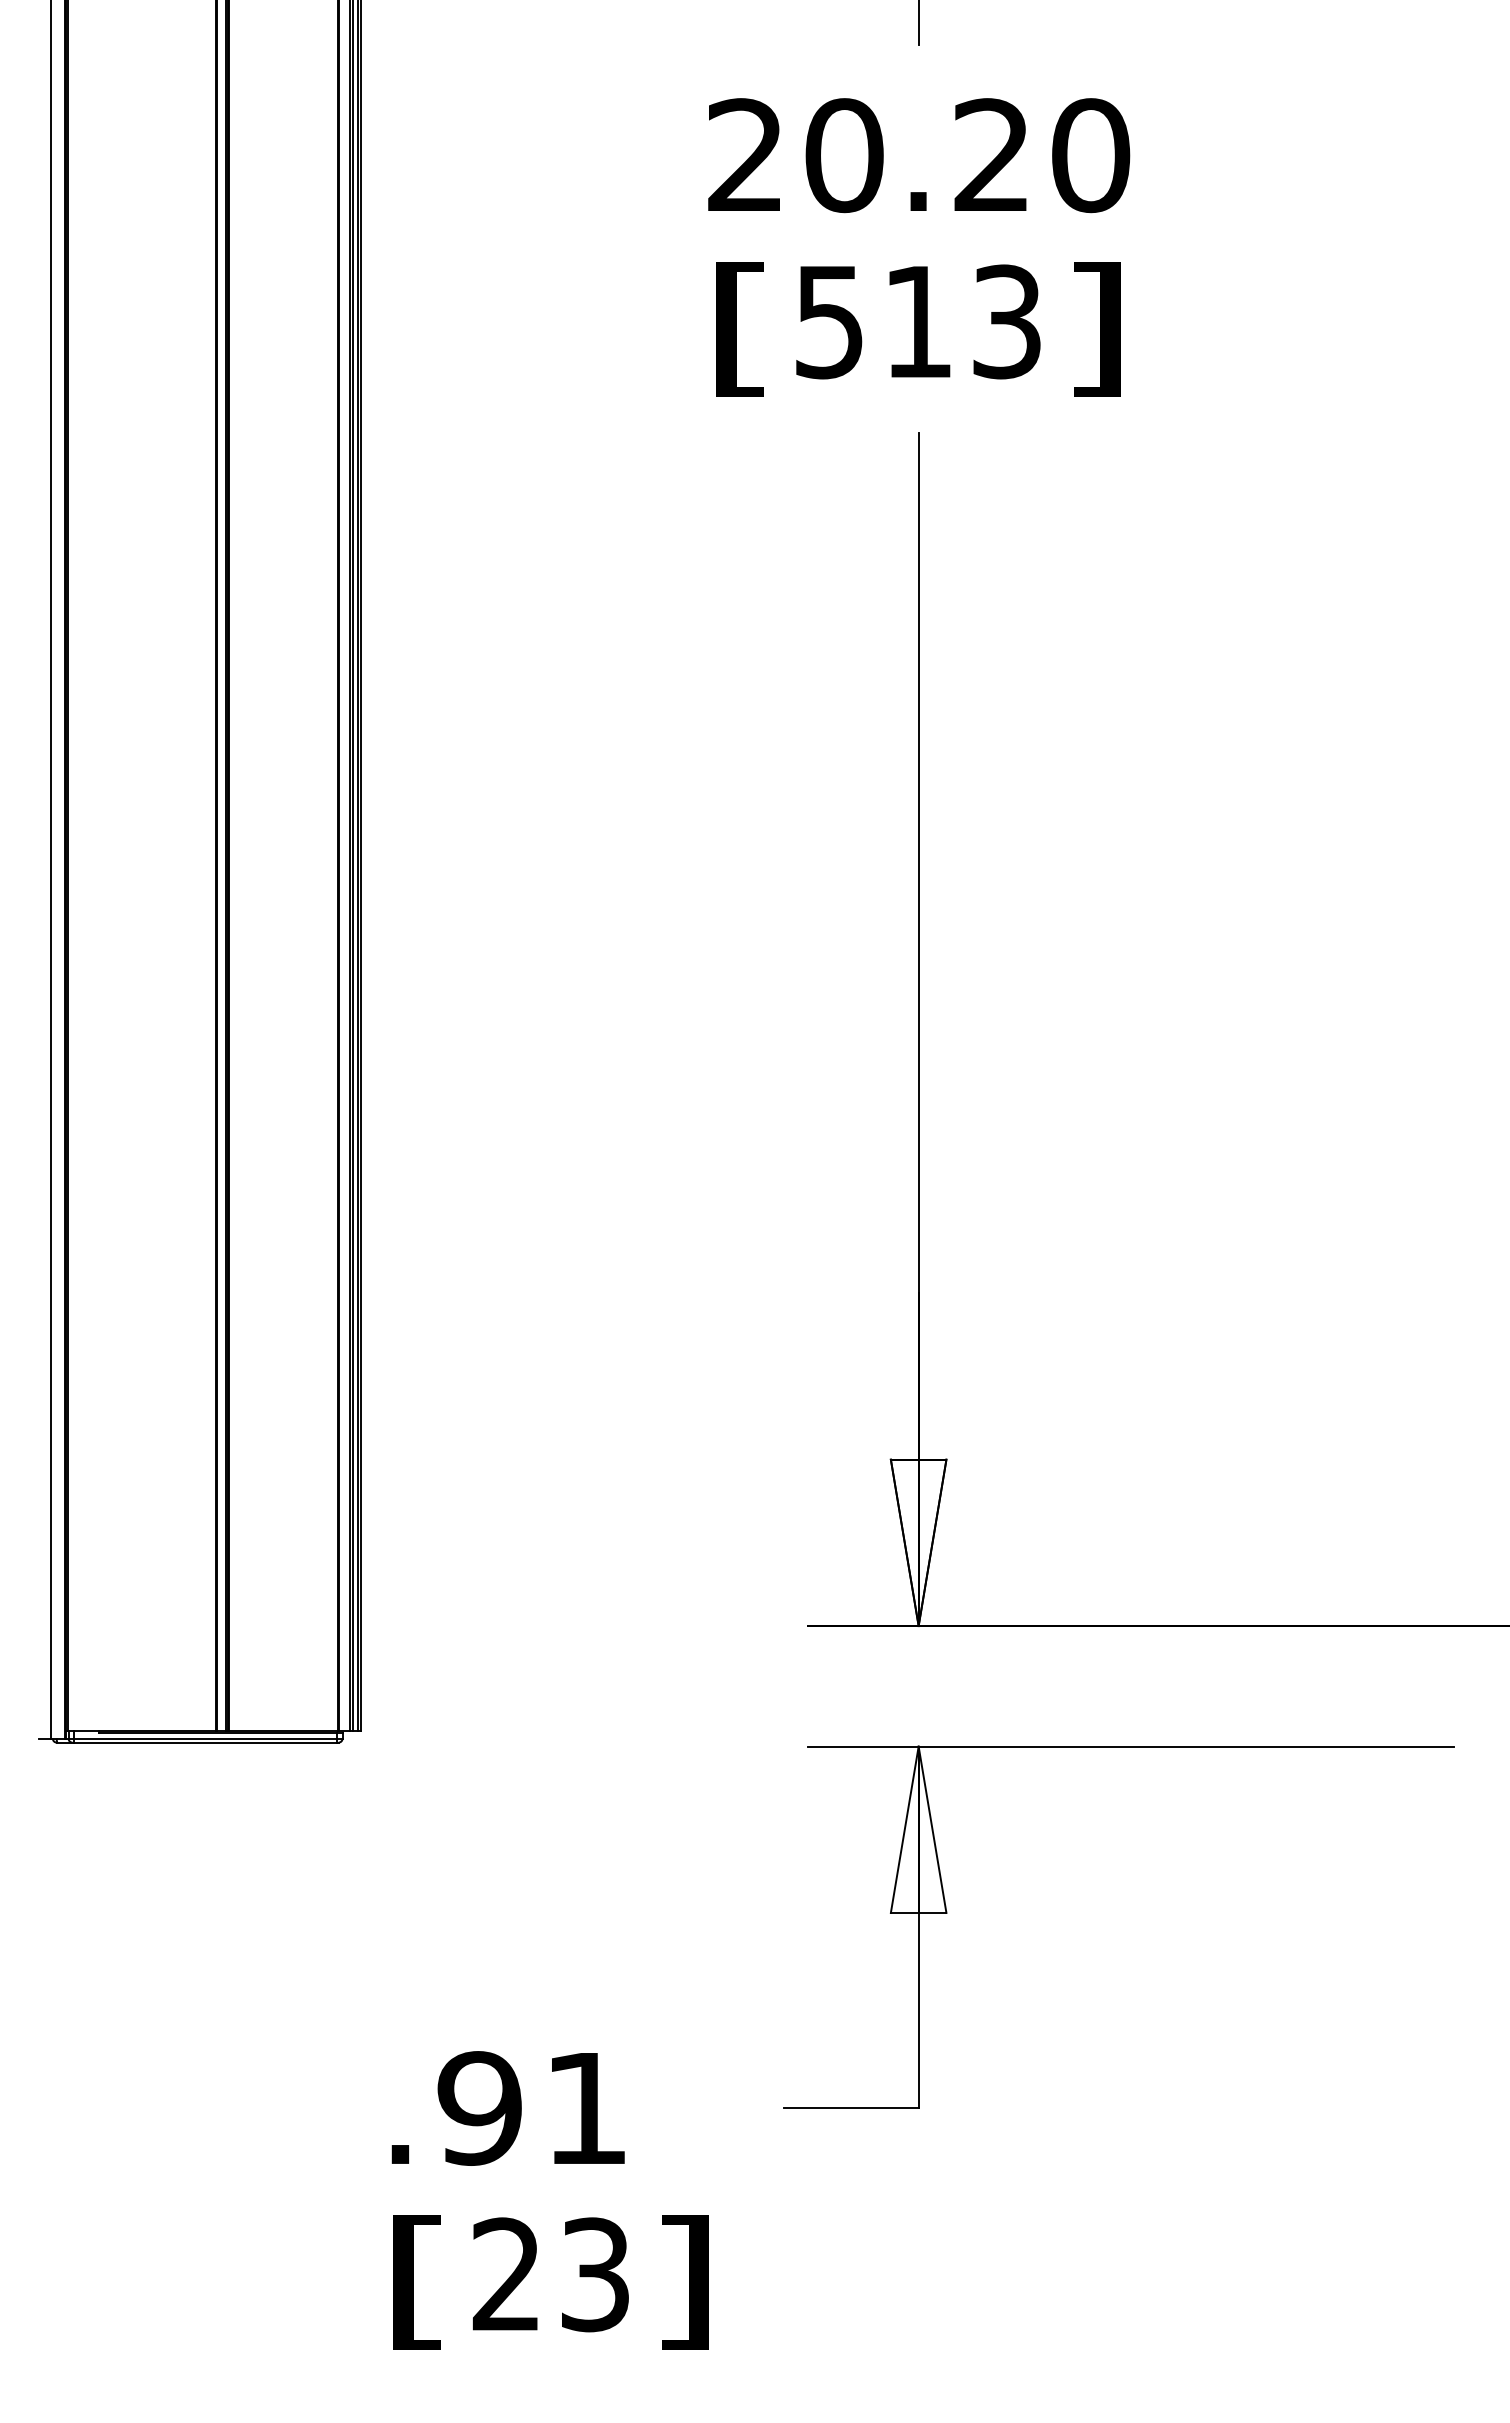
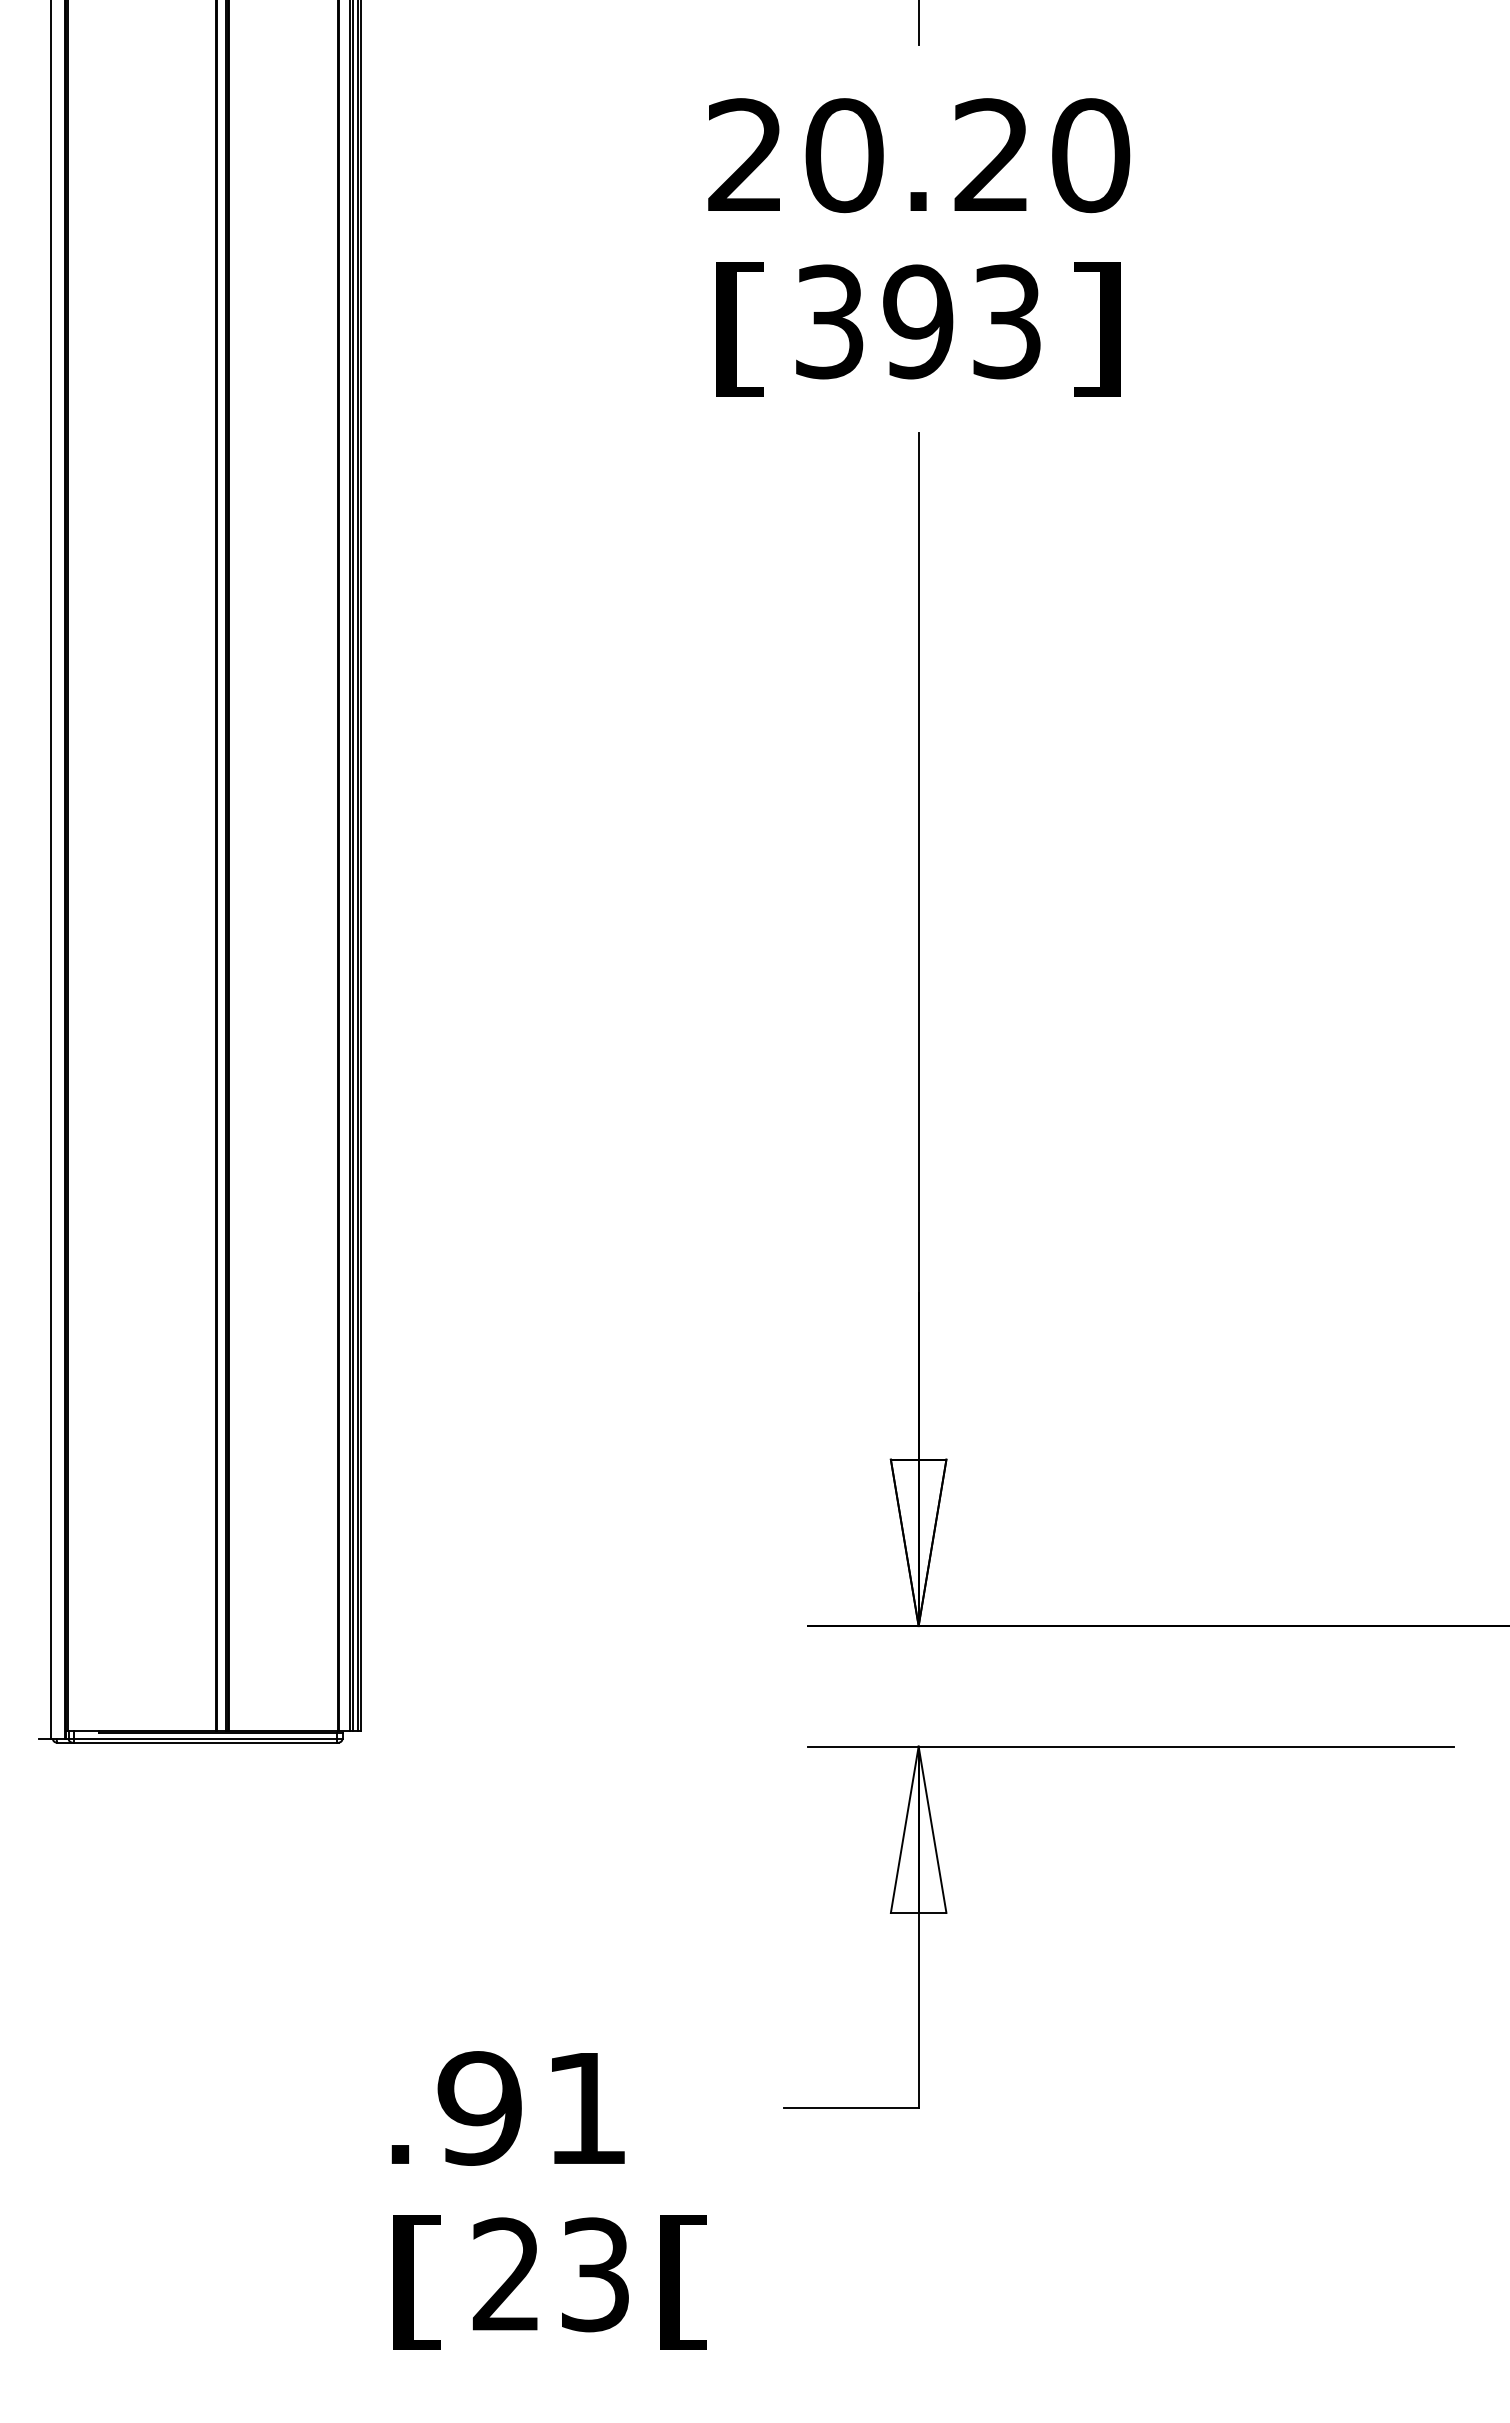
text at (874, 321): 513 -> 393
text at (684, 2282): ] -> [
